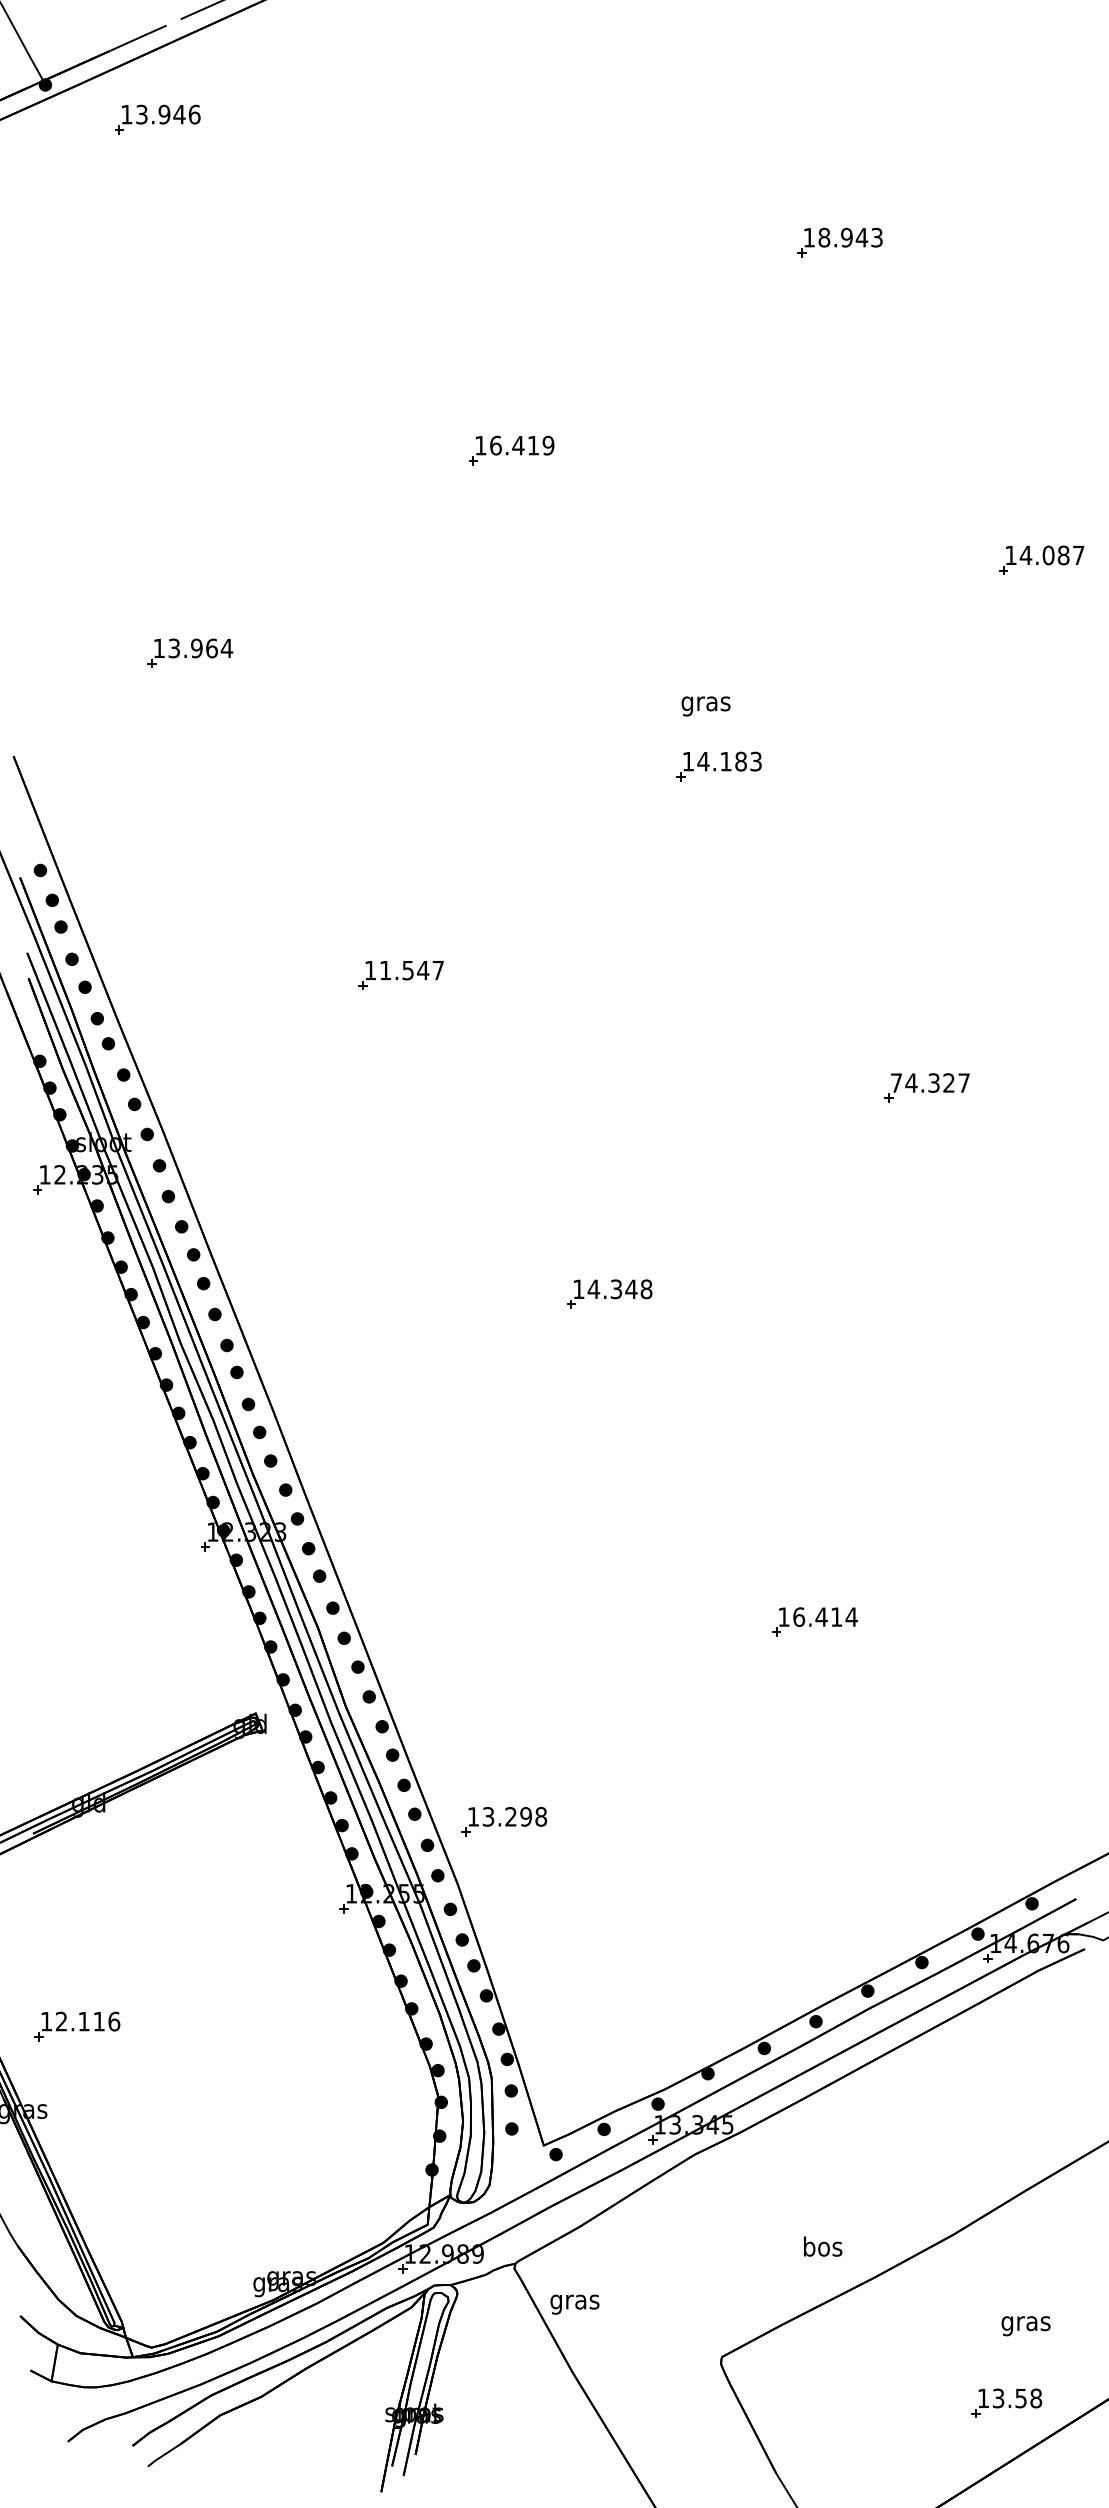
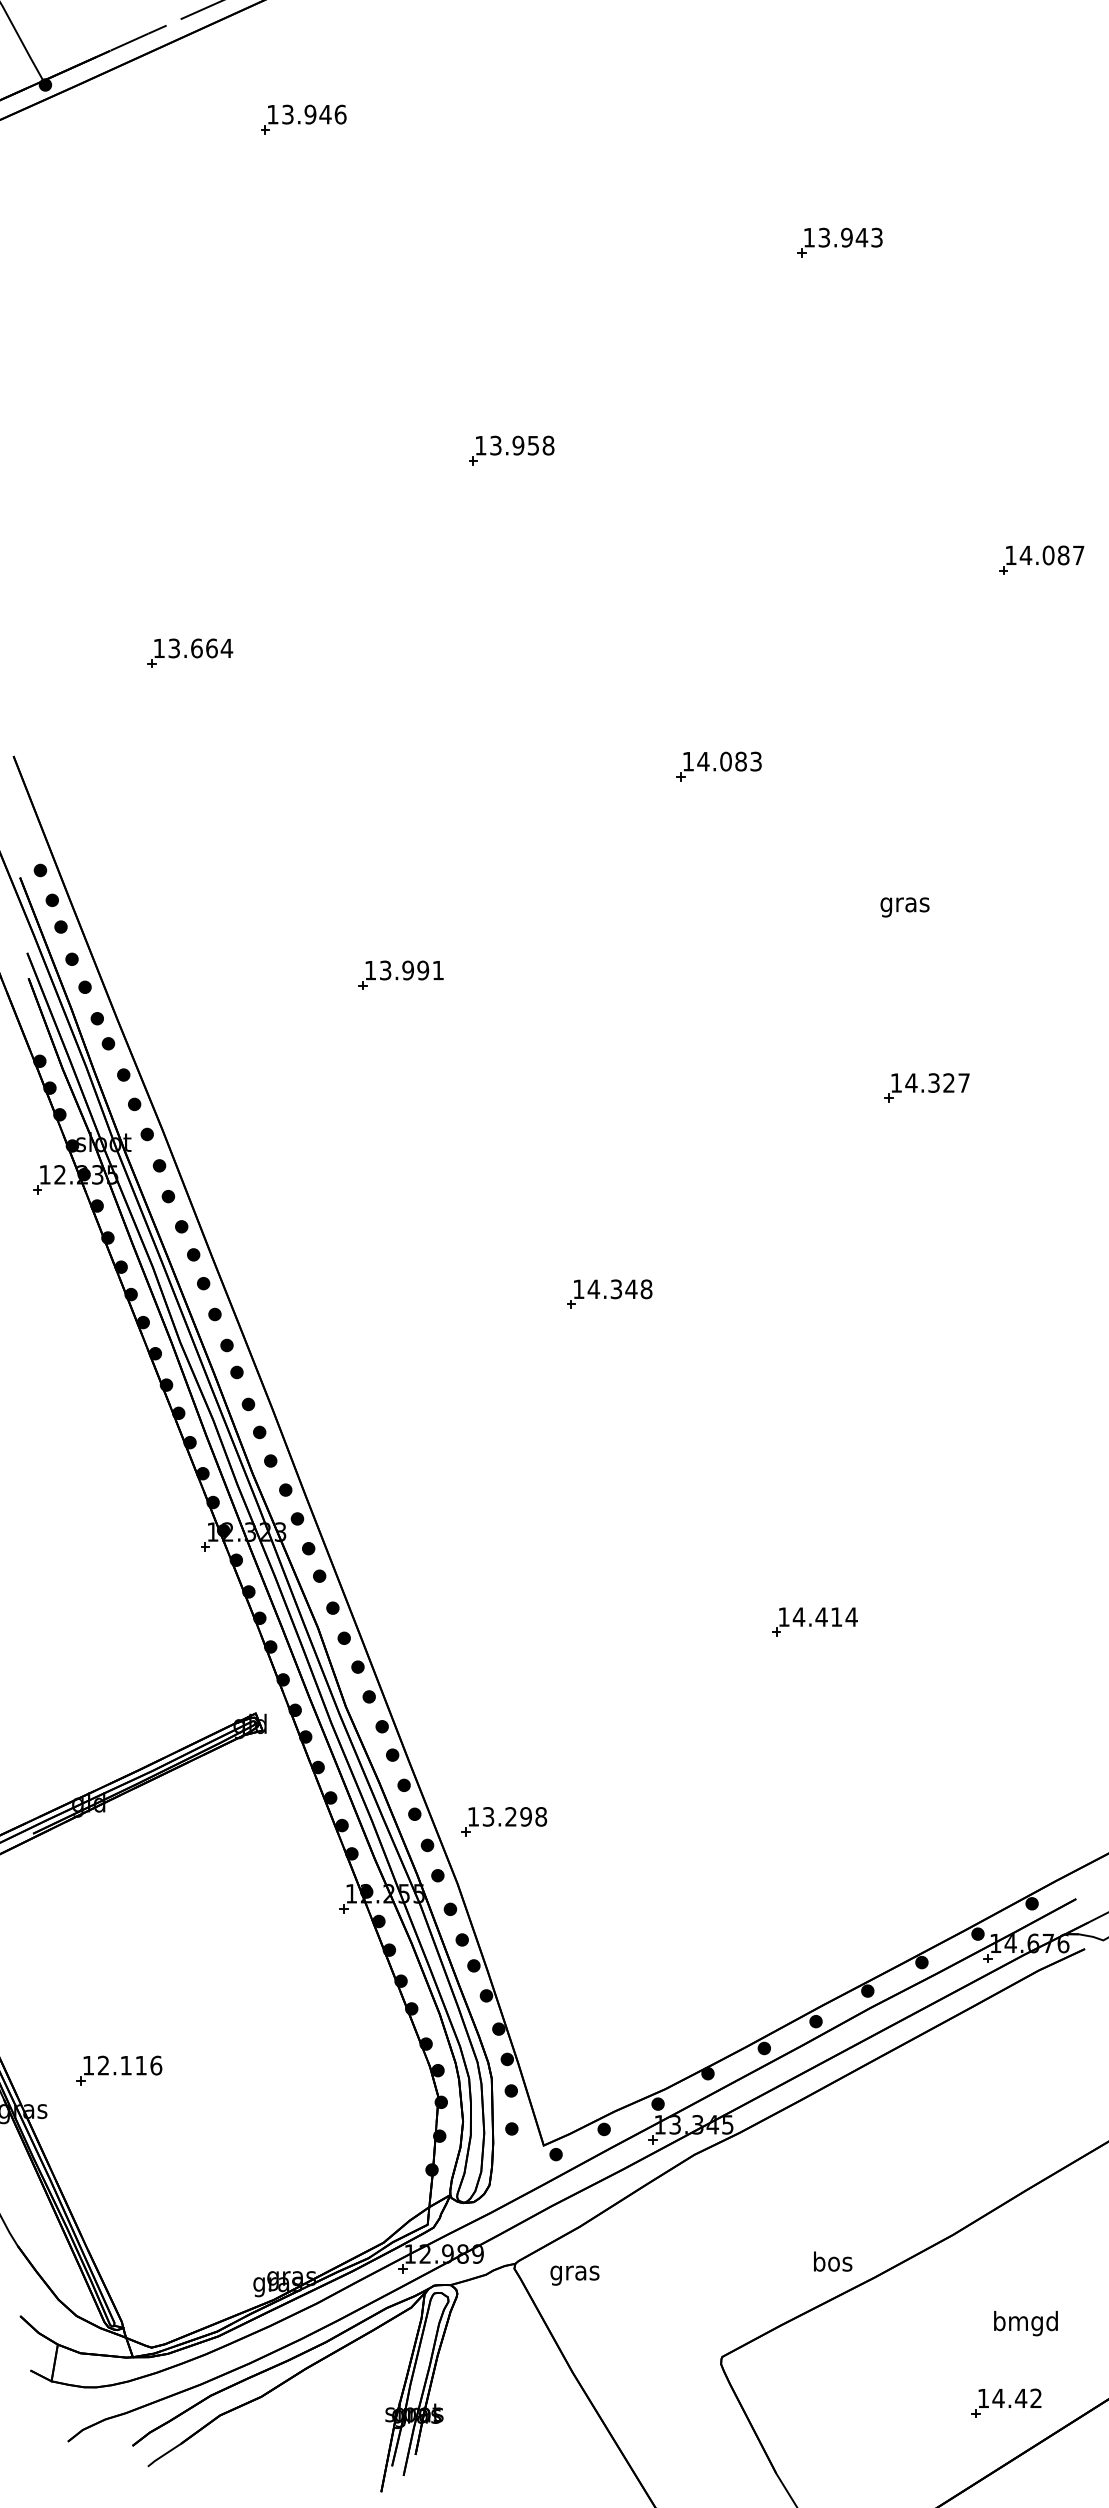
part at (157, 119) position: (157, 119) -> (303, 119)
text at (824, 237): 18.943 -> 13.943
text at (522, 445): 16.419 -> 13.958
text at (196, 648): 13.964 -> 13.664
text at (705, 706) position: (705, 706) -> (904, 907)
text at (725, 761): 14.183 -> 14.083
text at (411, 970): 11.547 -> 13.991
text at (896, 1082): 74.327 -> 14.327
text at (798, 1616): 16.414 -> 14.414
part at (77, 2026) position: (77, 2026) -> (119, 2070)
text at (823, 2246) position: (823, 2246) -> (833, 2261)
text at (574, 2304) position: (574, 2304) -> (574, 2275)
text at (1025, 2323): gras -> bmgd
text at (1017, 2398): 13.58 -> 14.42
